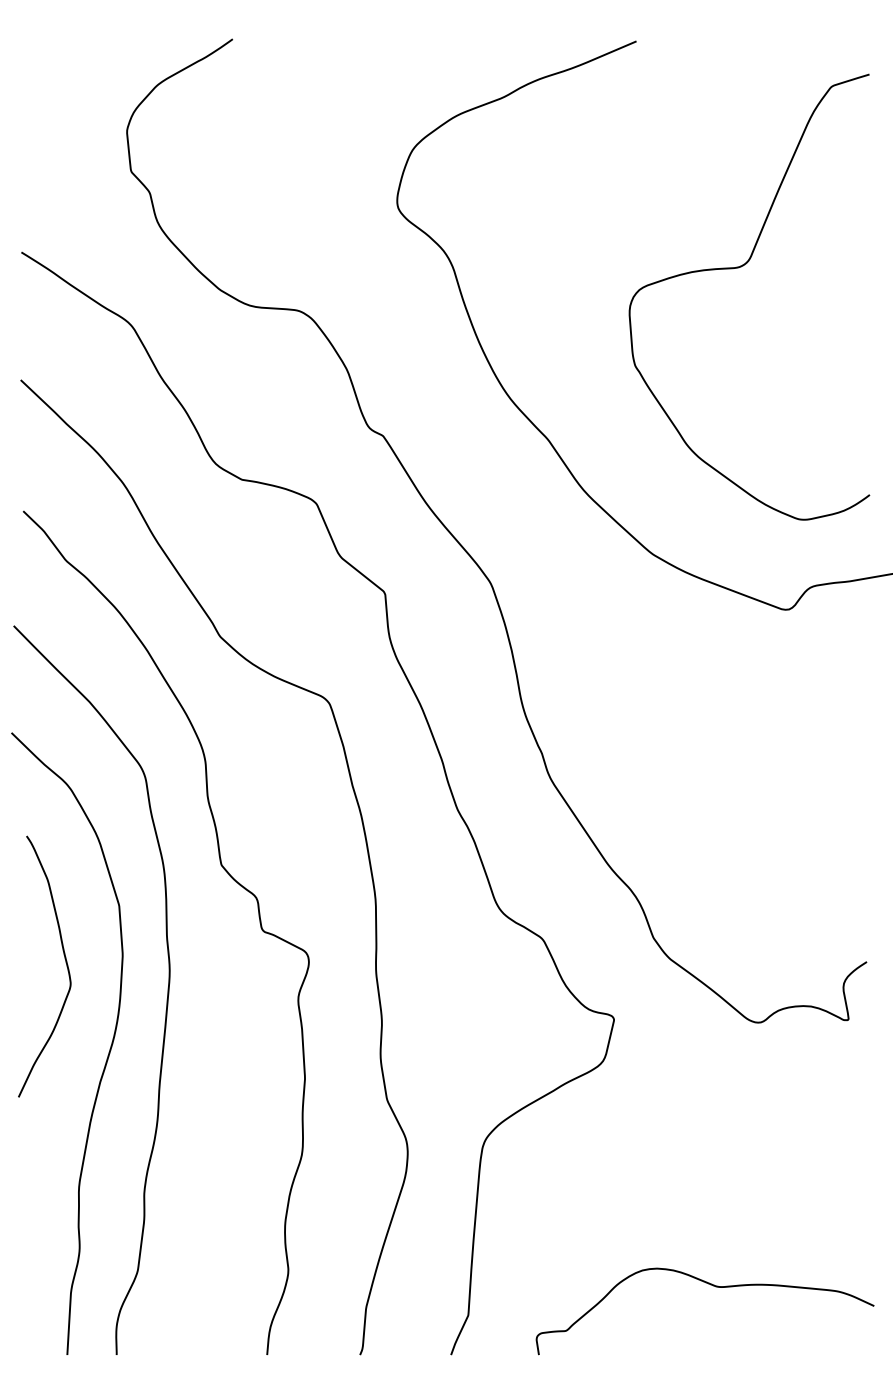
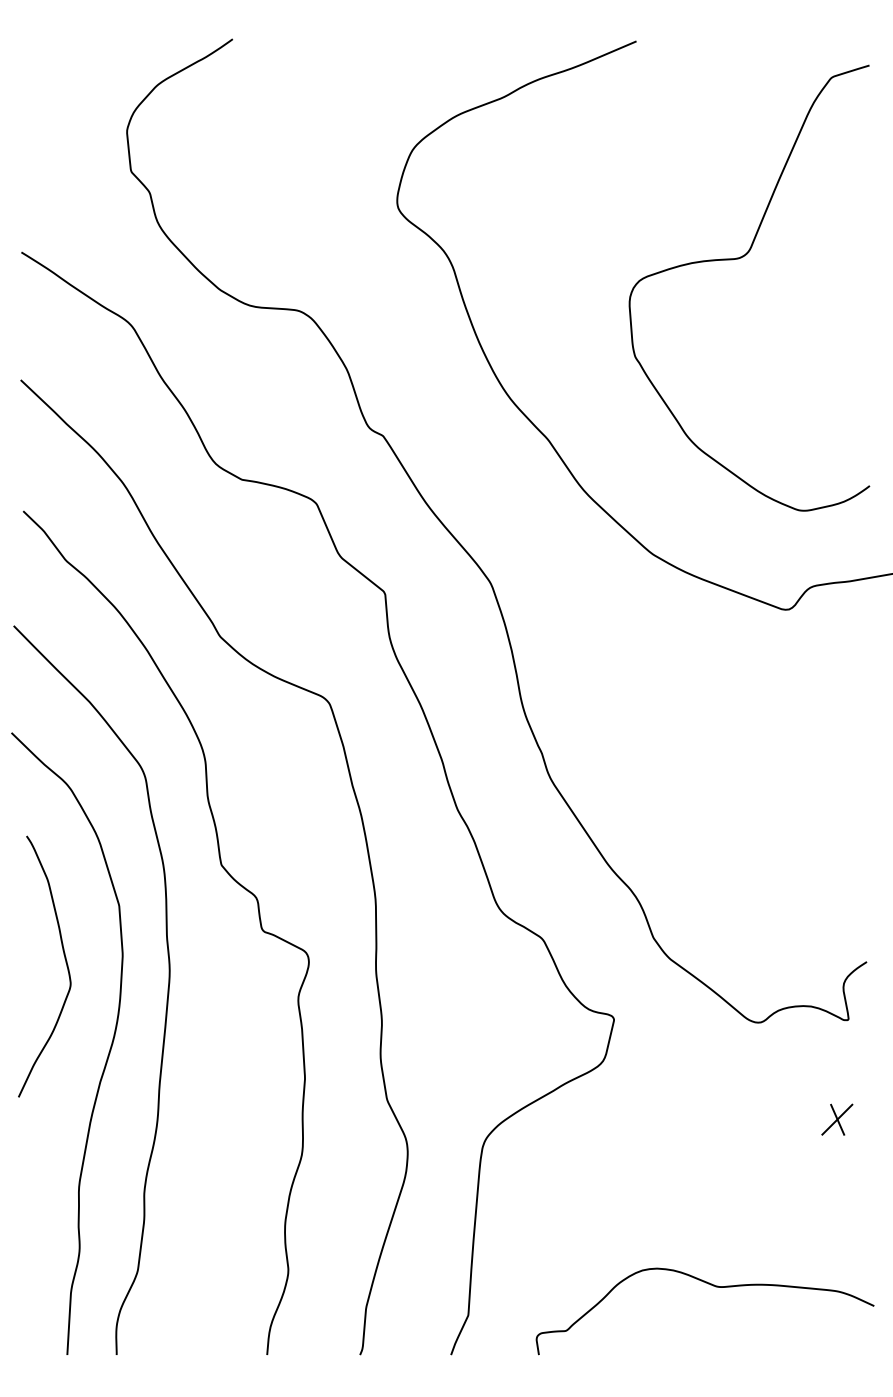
curve at (741, 267) position: (741, 267) -> (741, 258)
part at (837, 1119): none -> present
